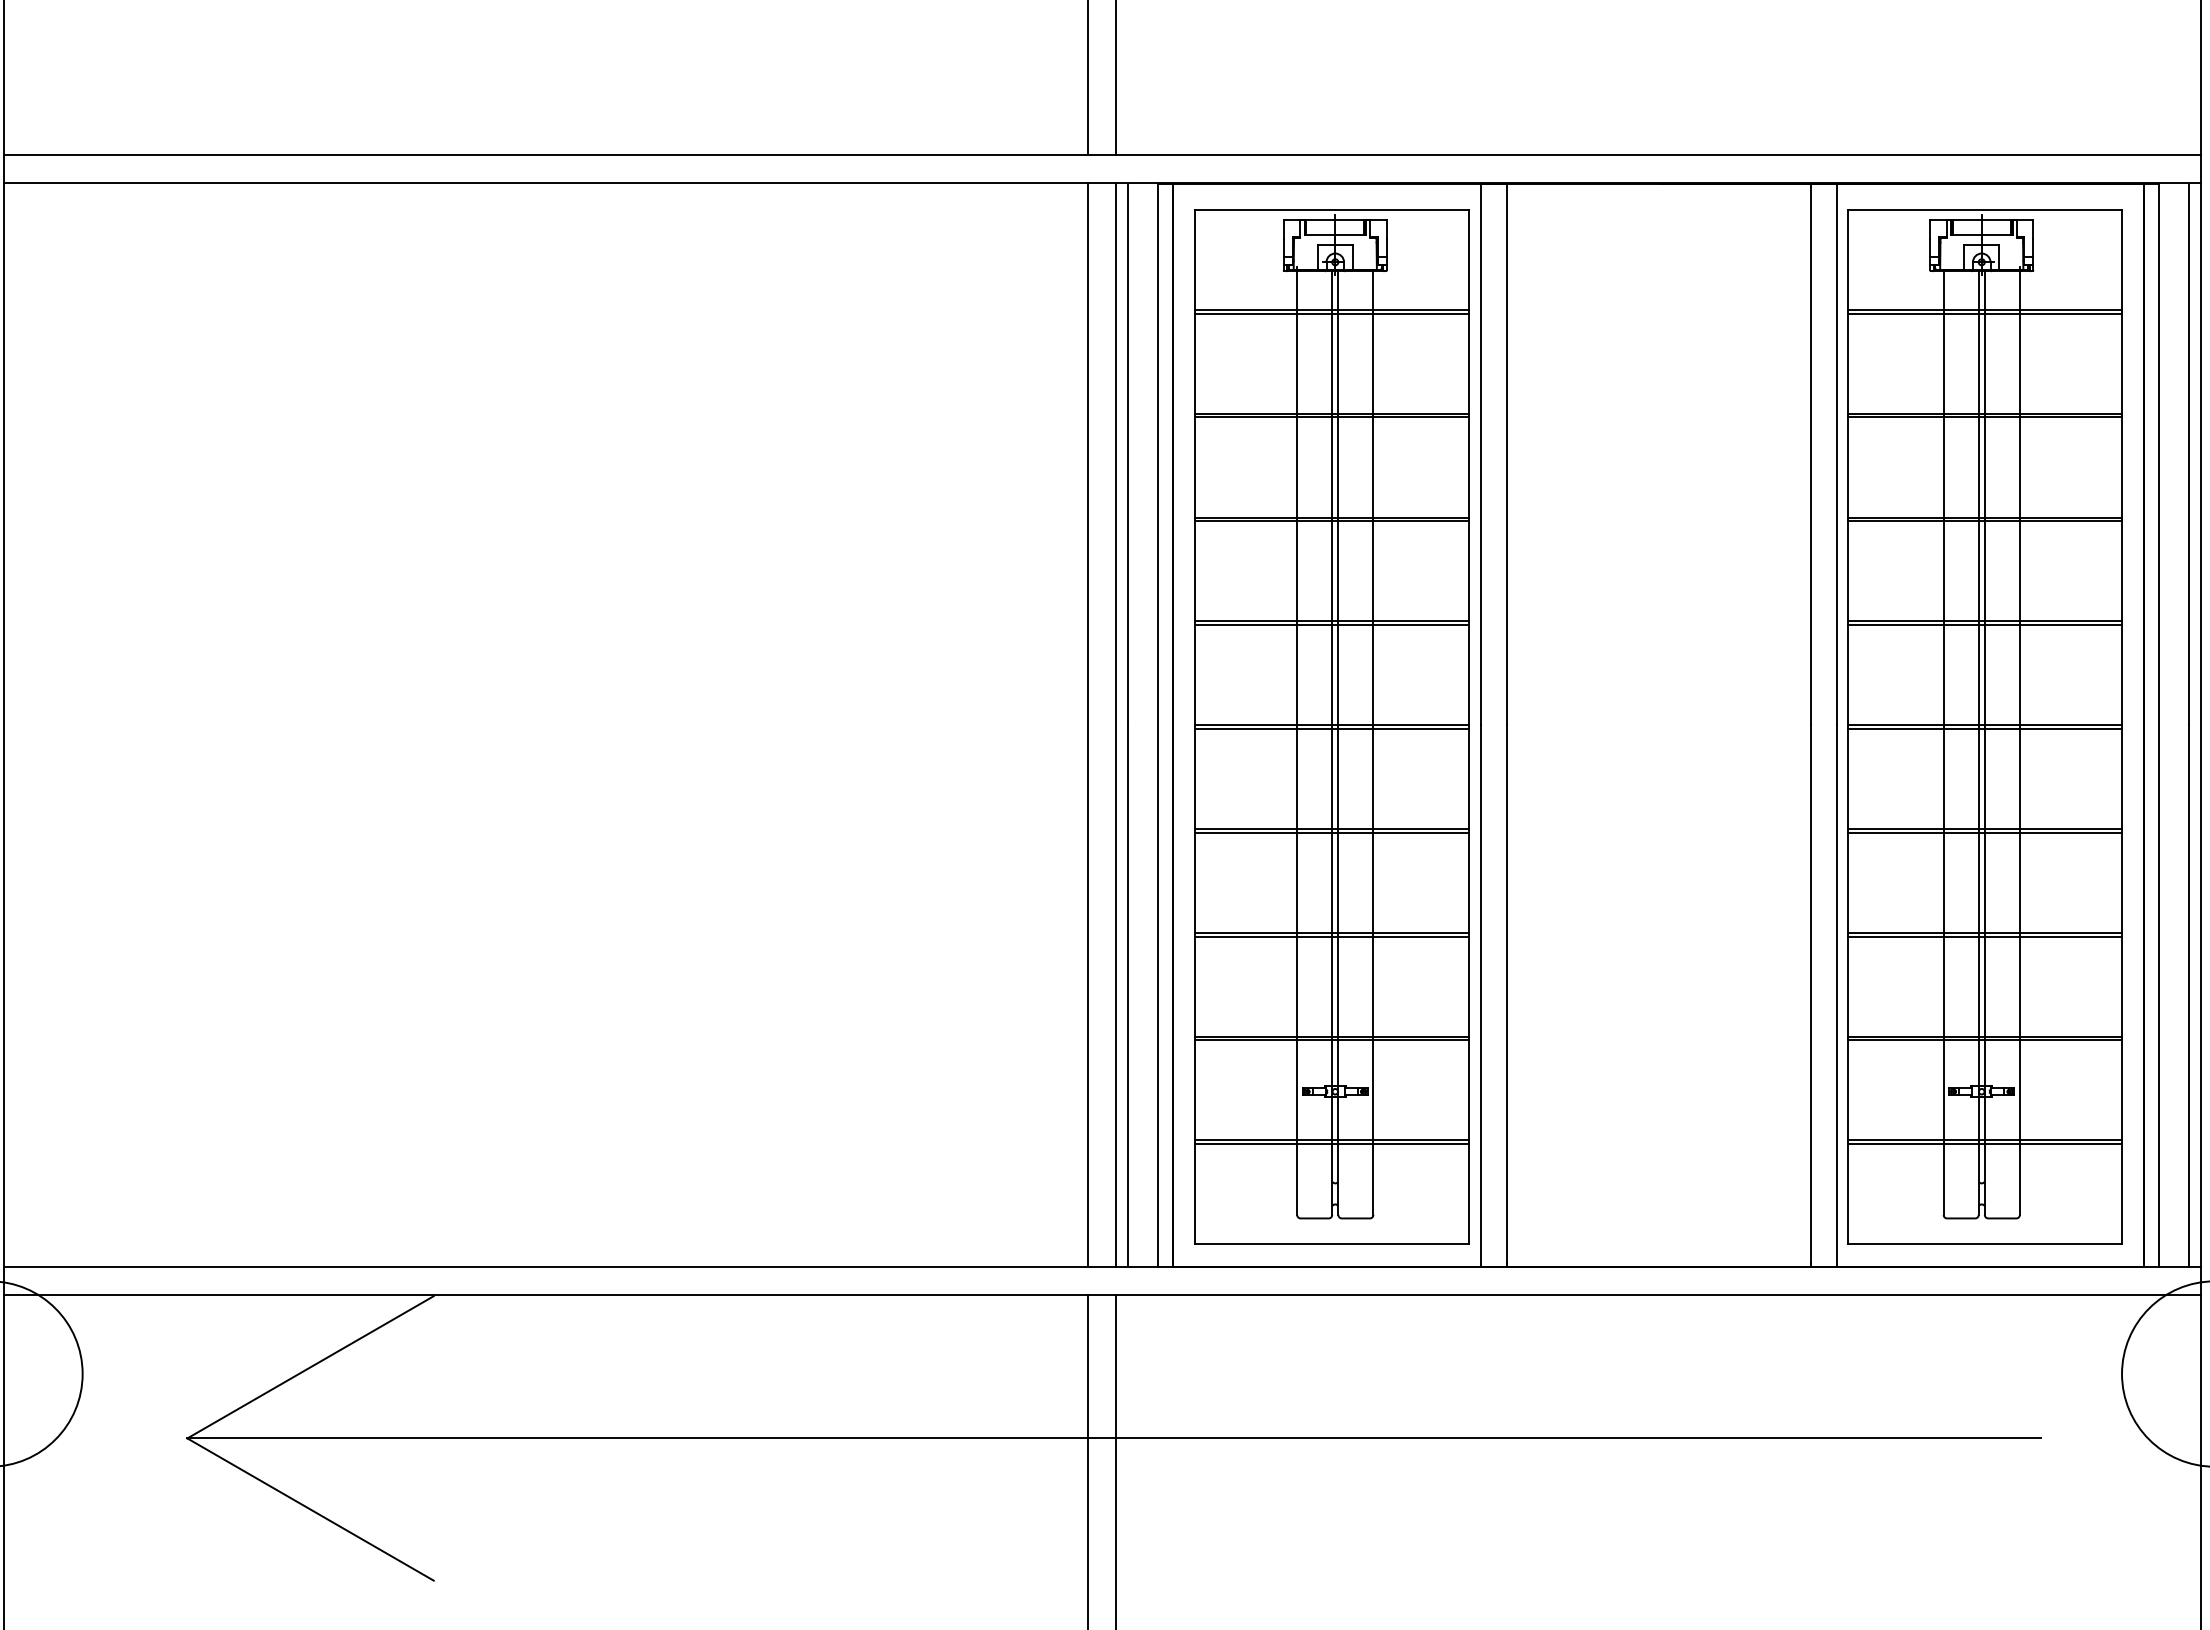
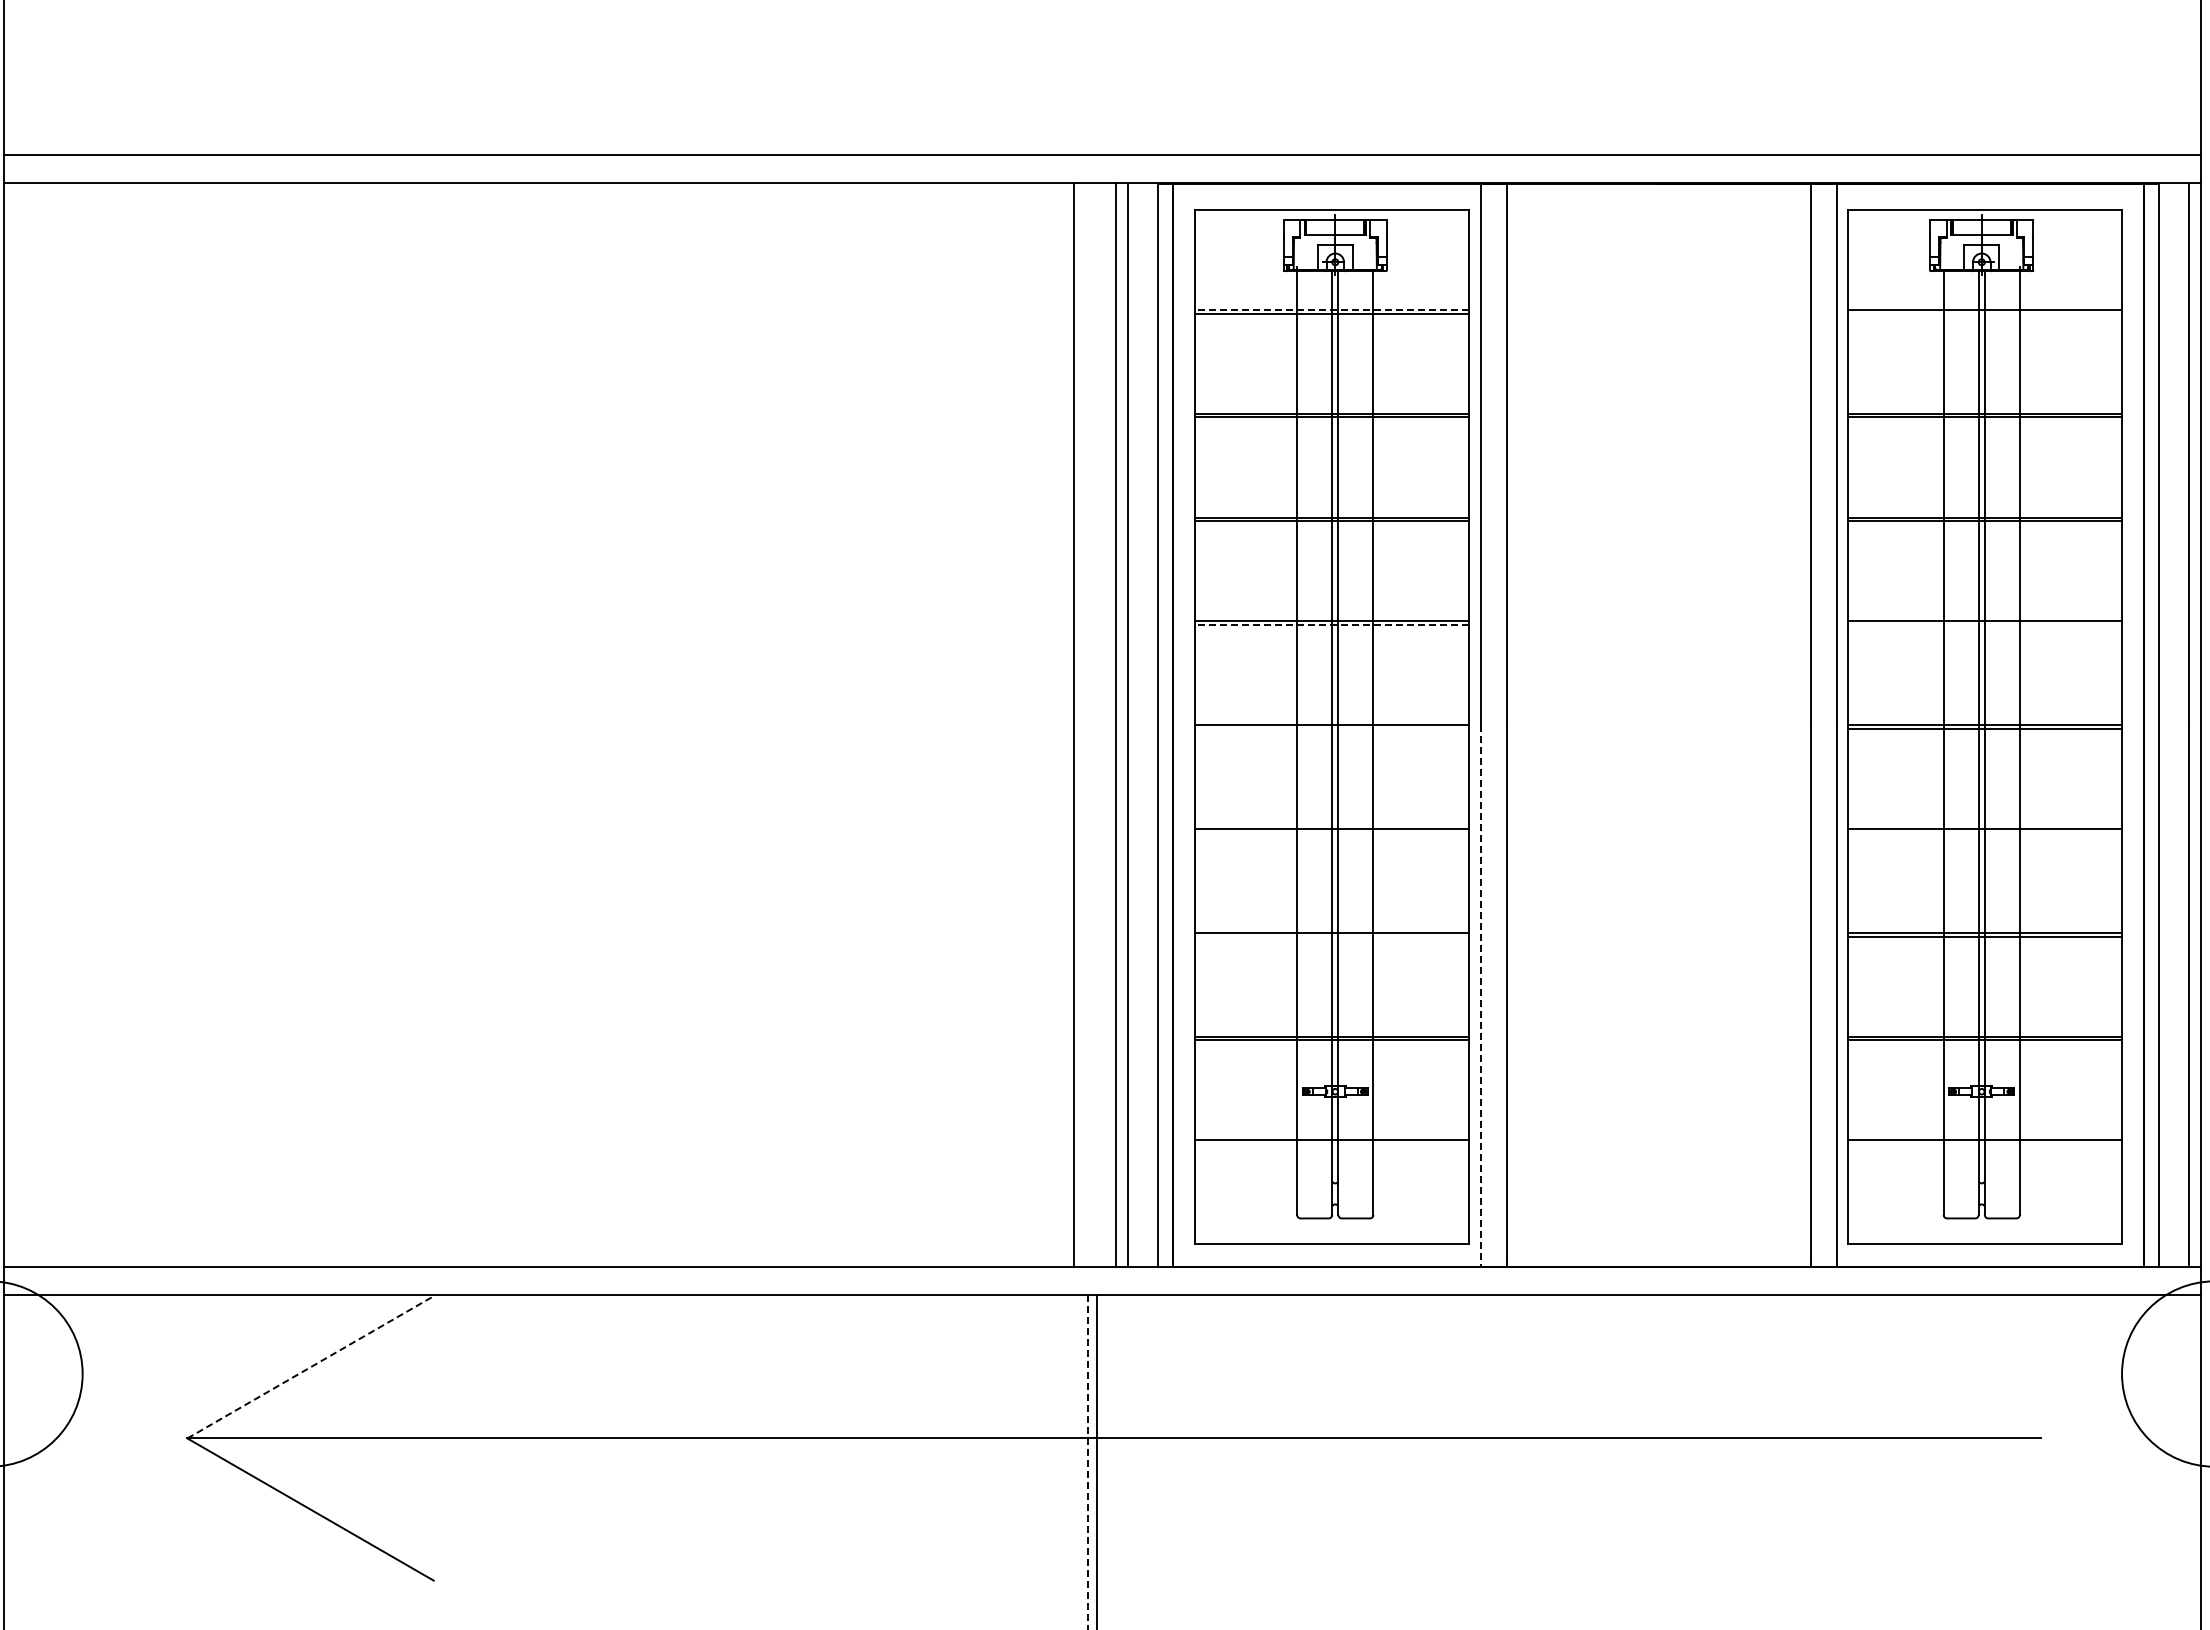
line at (1088, 78): present -> none
line at (1116, 78): present -> none
line at (1331, 309): solid -> dashed
line at (1984, 313): present -> none
line at (1331, 625): solid -> dashed
line at (1984, 625): present -> none
line at (1088, 724) position: (1088, 724) -> (1074, 724)
line at (1332, 728): present -> none
line at (1332, 832): present -> none
line at (1984, 832): present -> none
line at (1332, 936): present -> none
line at (1480, 995): solid -> dashed
line at (1332, 1144): present -> none
line at (1984, 1144): present -> none
line at (311, 1367): solid -> dashed
line at (1116, 1460) position: (1116, 1460) -> (1097, 1460)
line at (1088, 1462): solid -> dashed
